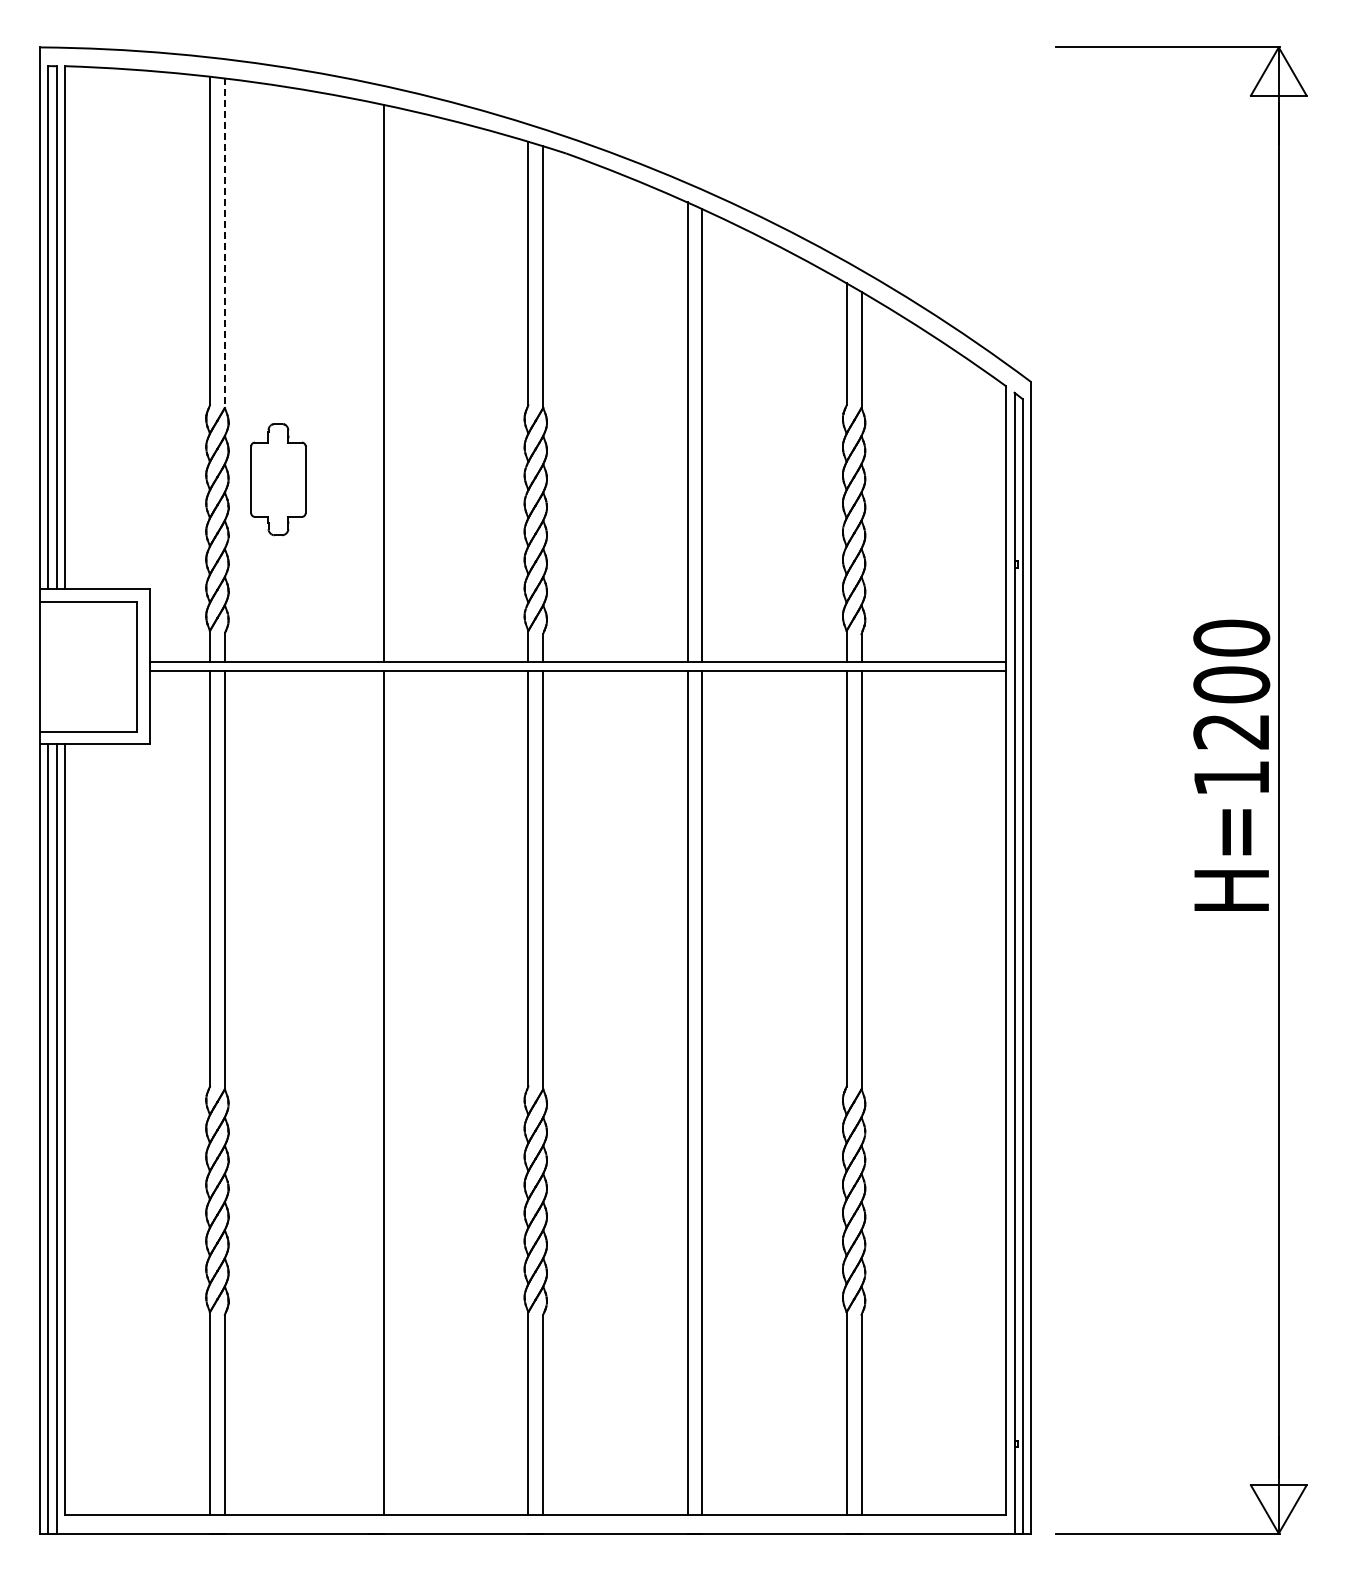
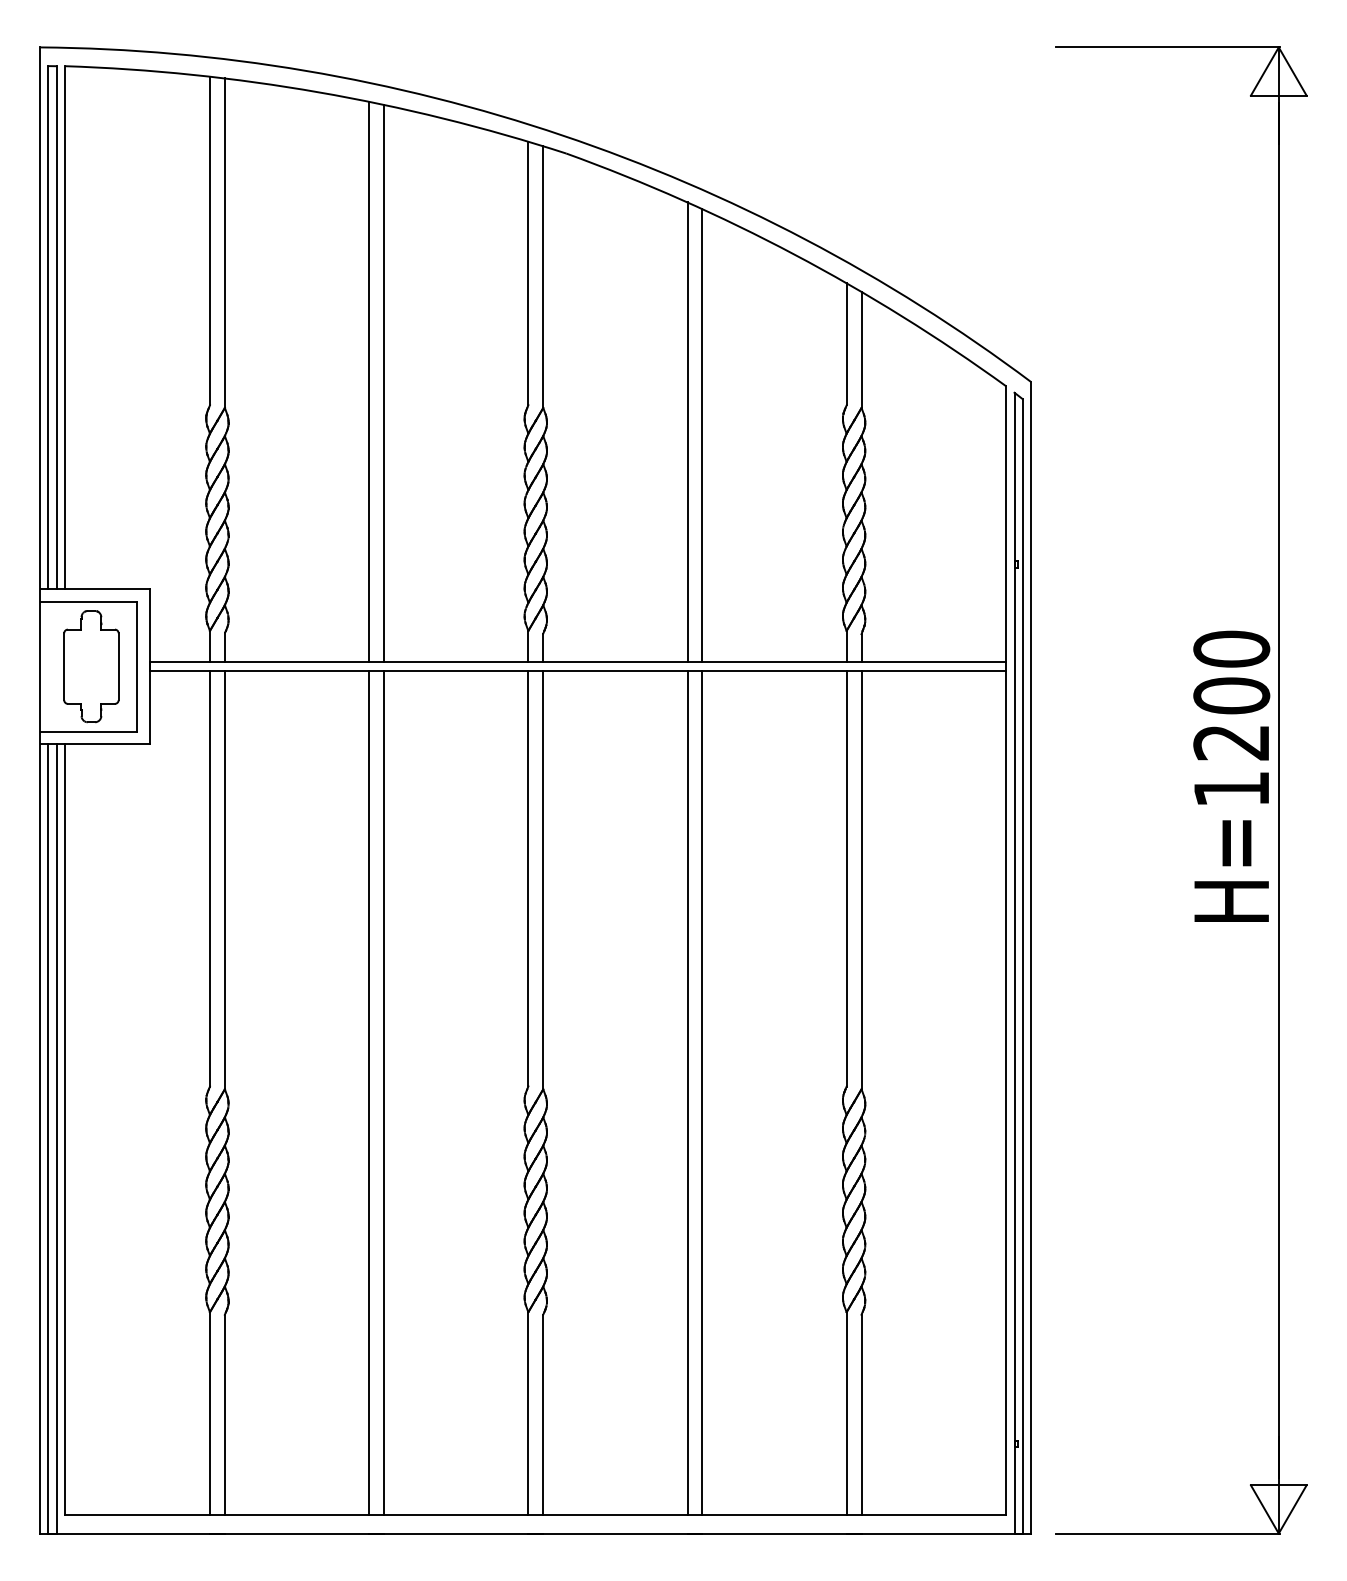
line at (224, 243): dashed -> solid
line at (369, 381): none -> present
part at (278, 479) position: (278, 479) -> (91, 666)
text at (1231, 764) position: (1231, 764) -> (1231, 775)
line at (369, 1092): none -> present
